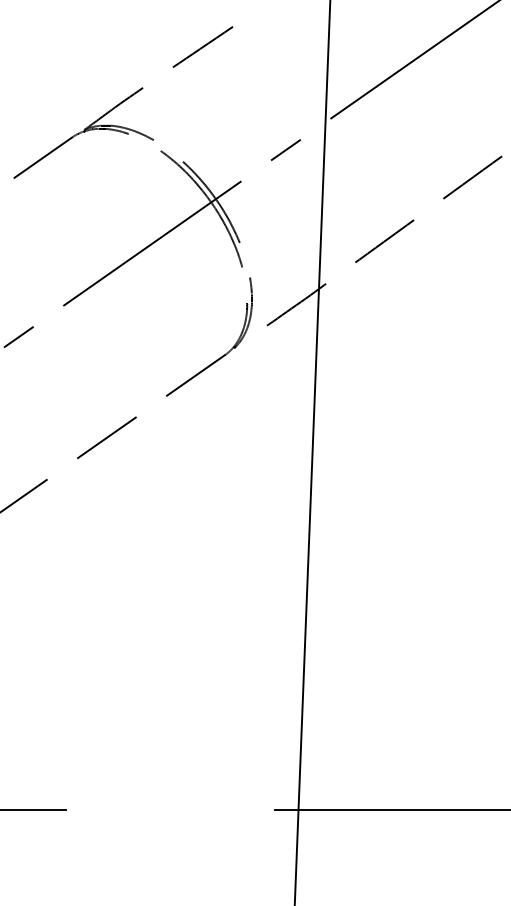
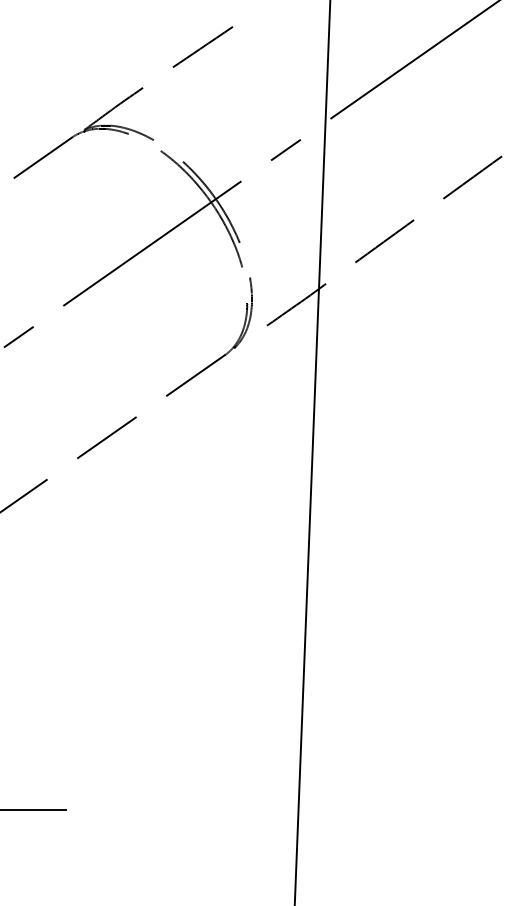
line at (391, 809): present -> none
